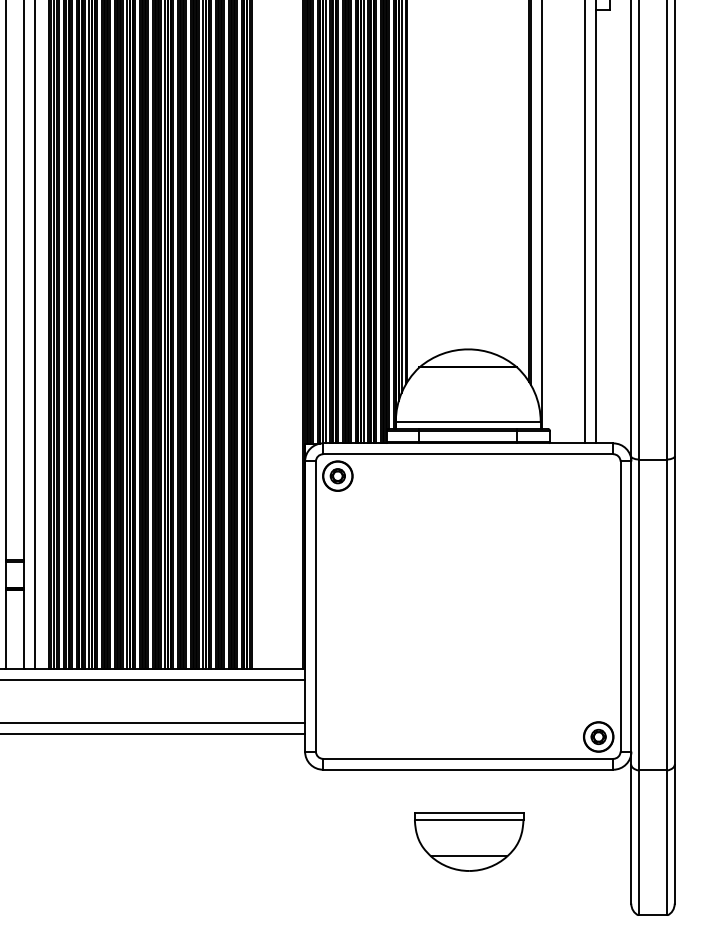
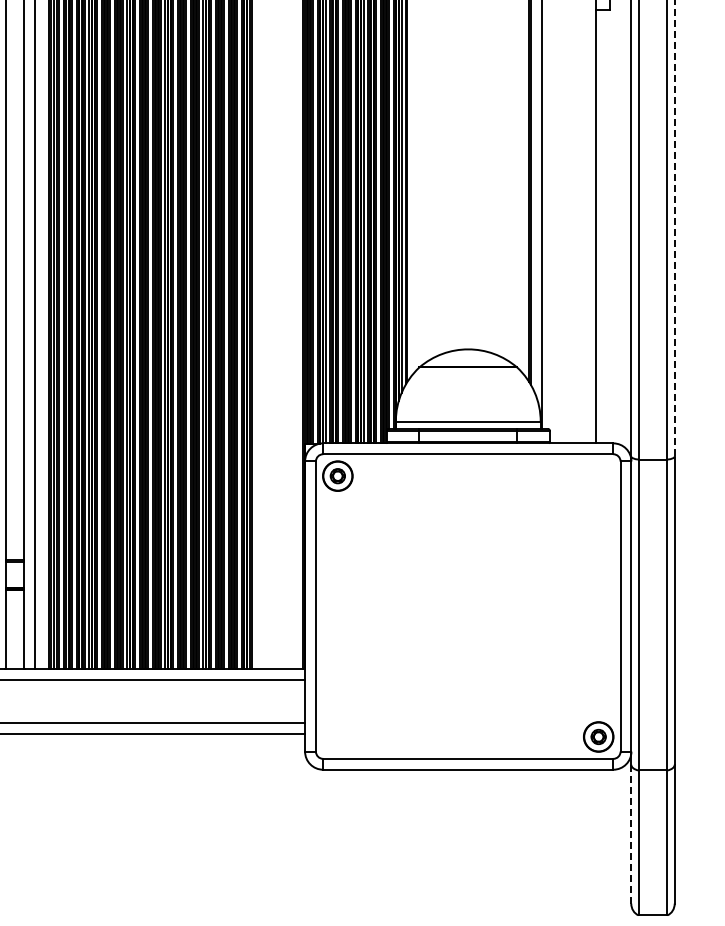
line at (585, 222): present -> none
line at (674, 228): solid -> dashed
line at (631, 833): solid -> dashed
part at (469, 841): present -> none
